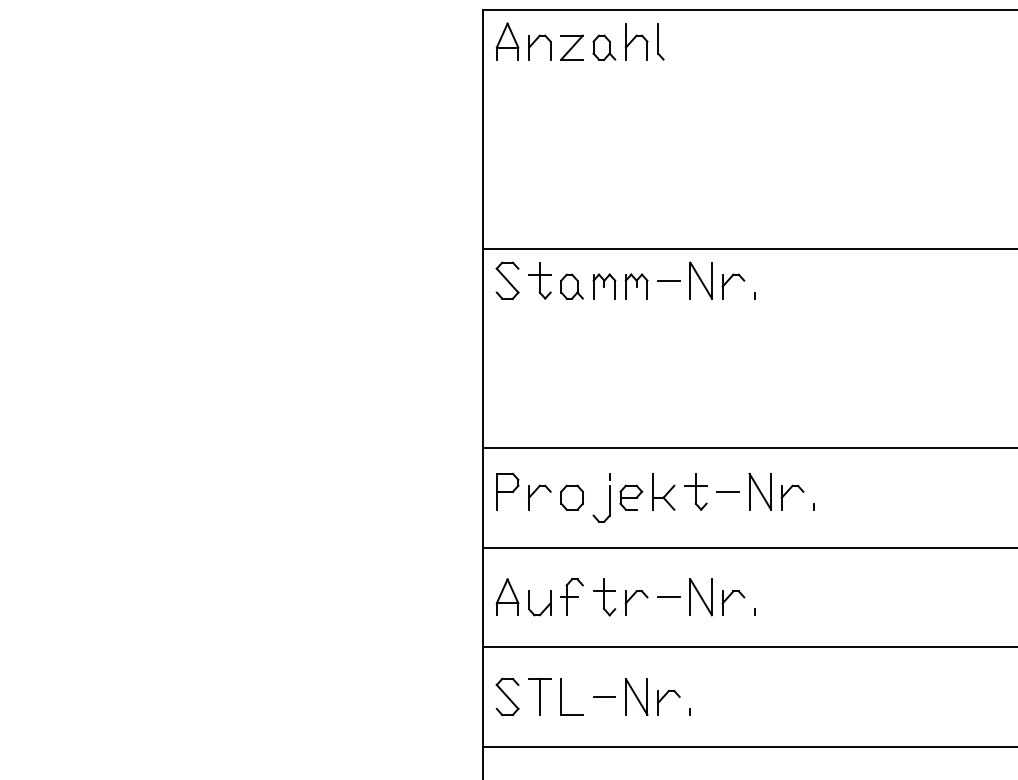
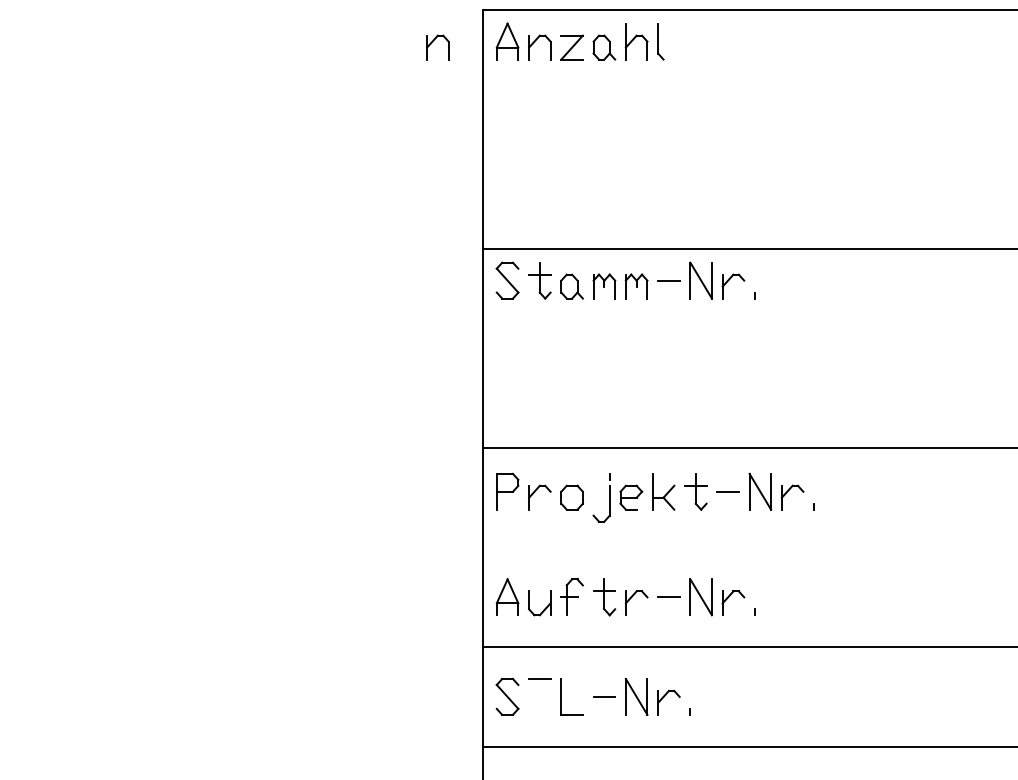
part at (432, 43): none -> present
line at (748, 547): present -> none
line at (539, 696): present -> none
